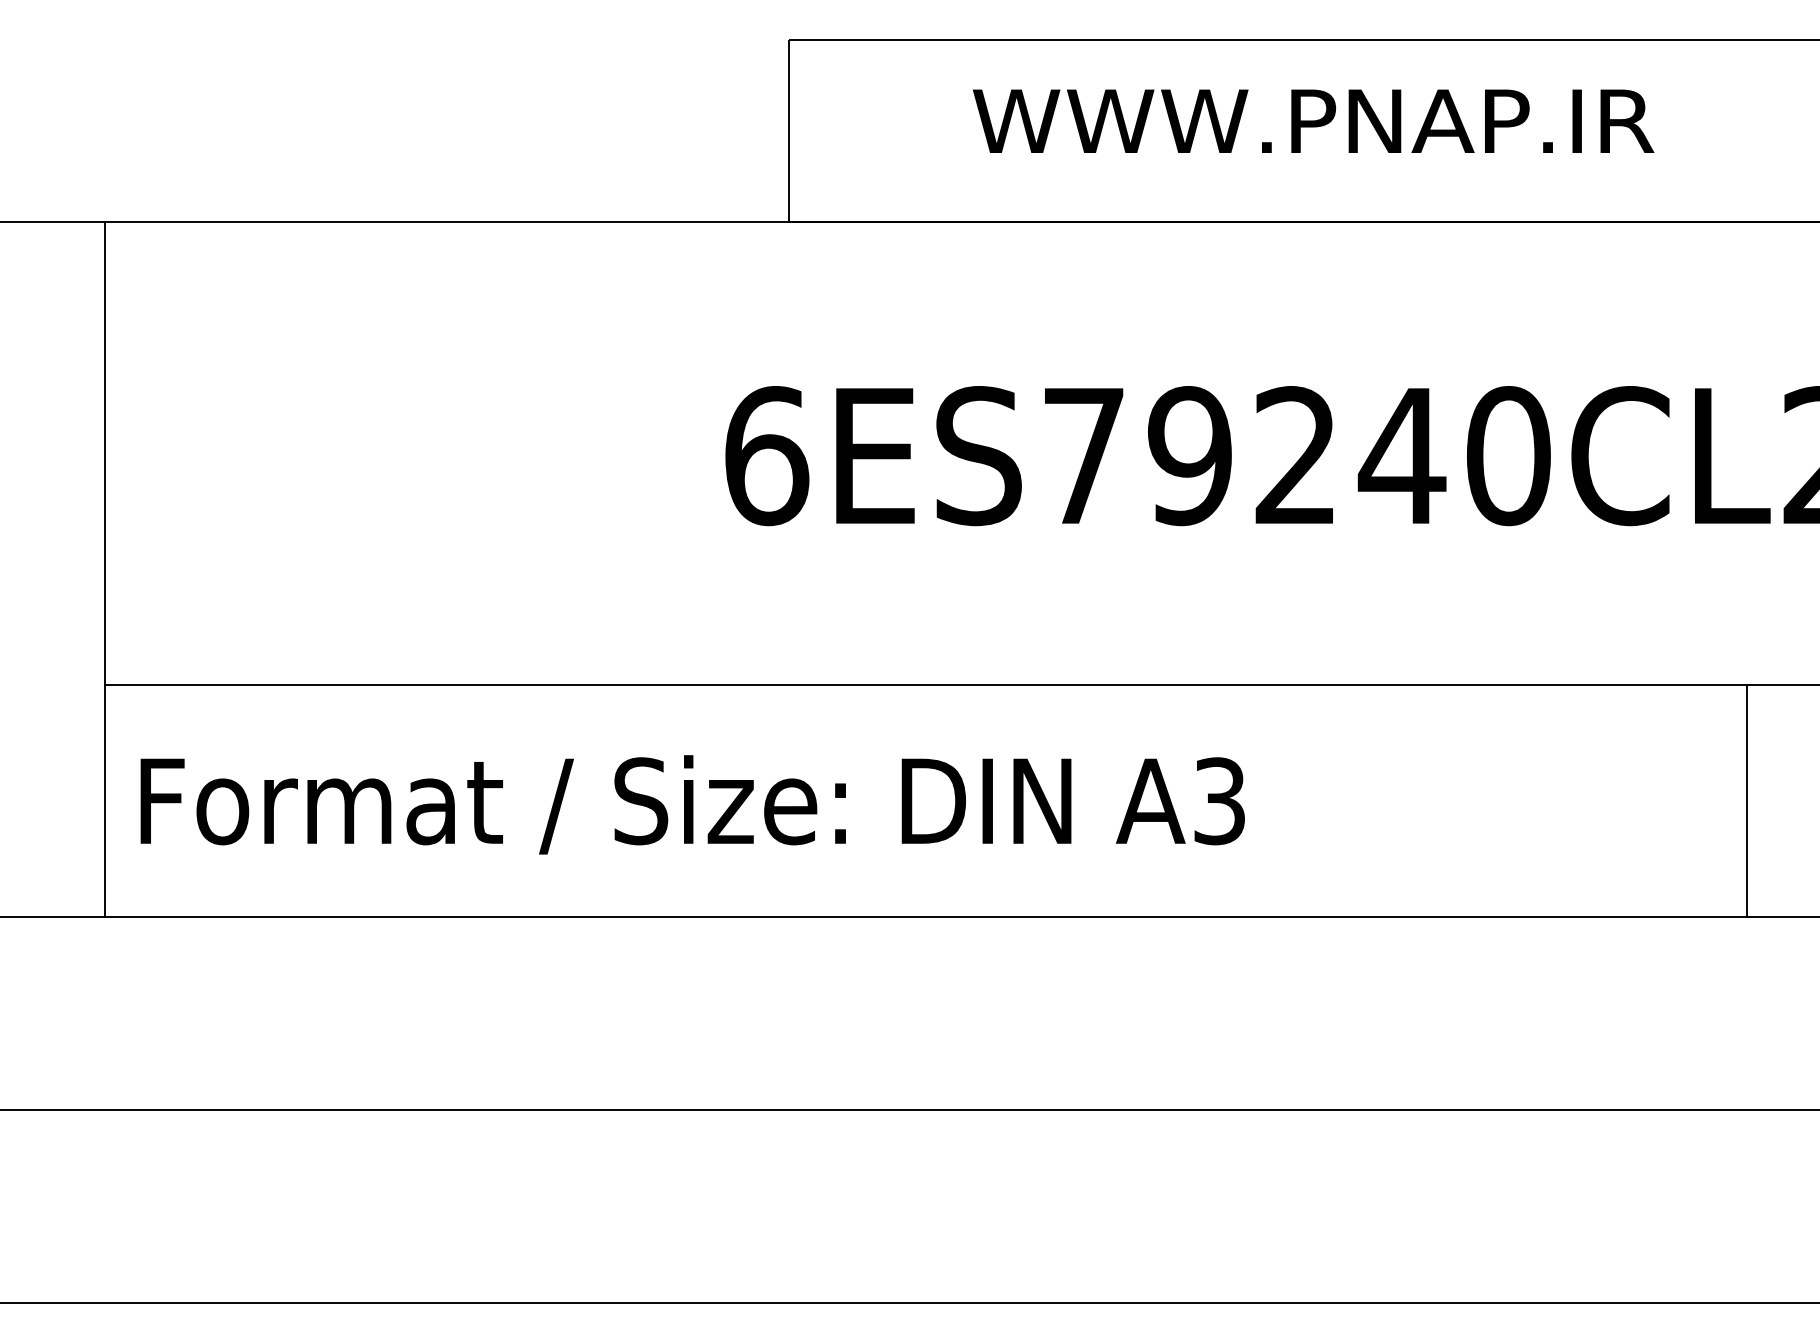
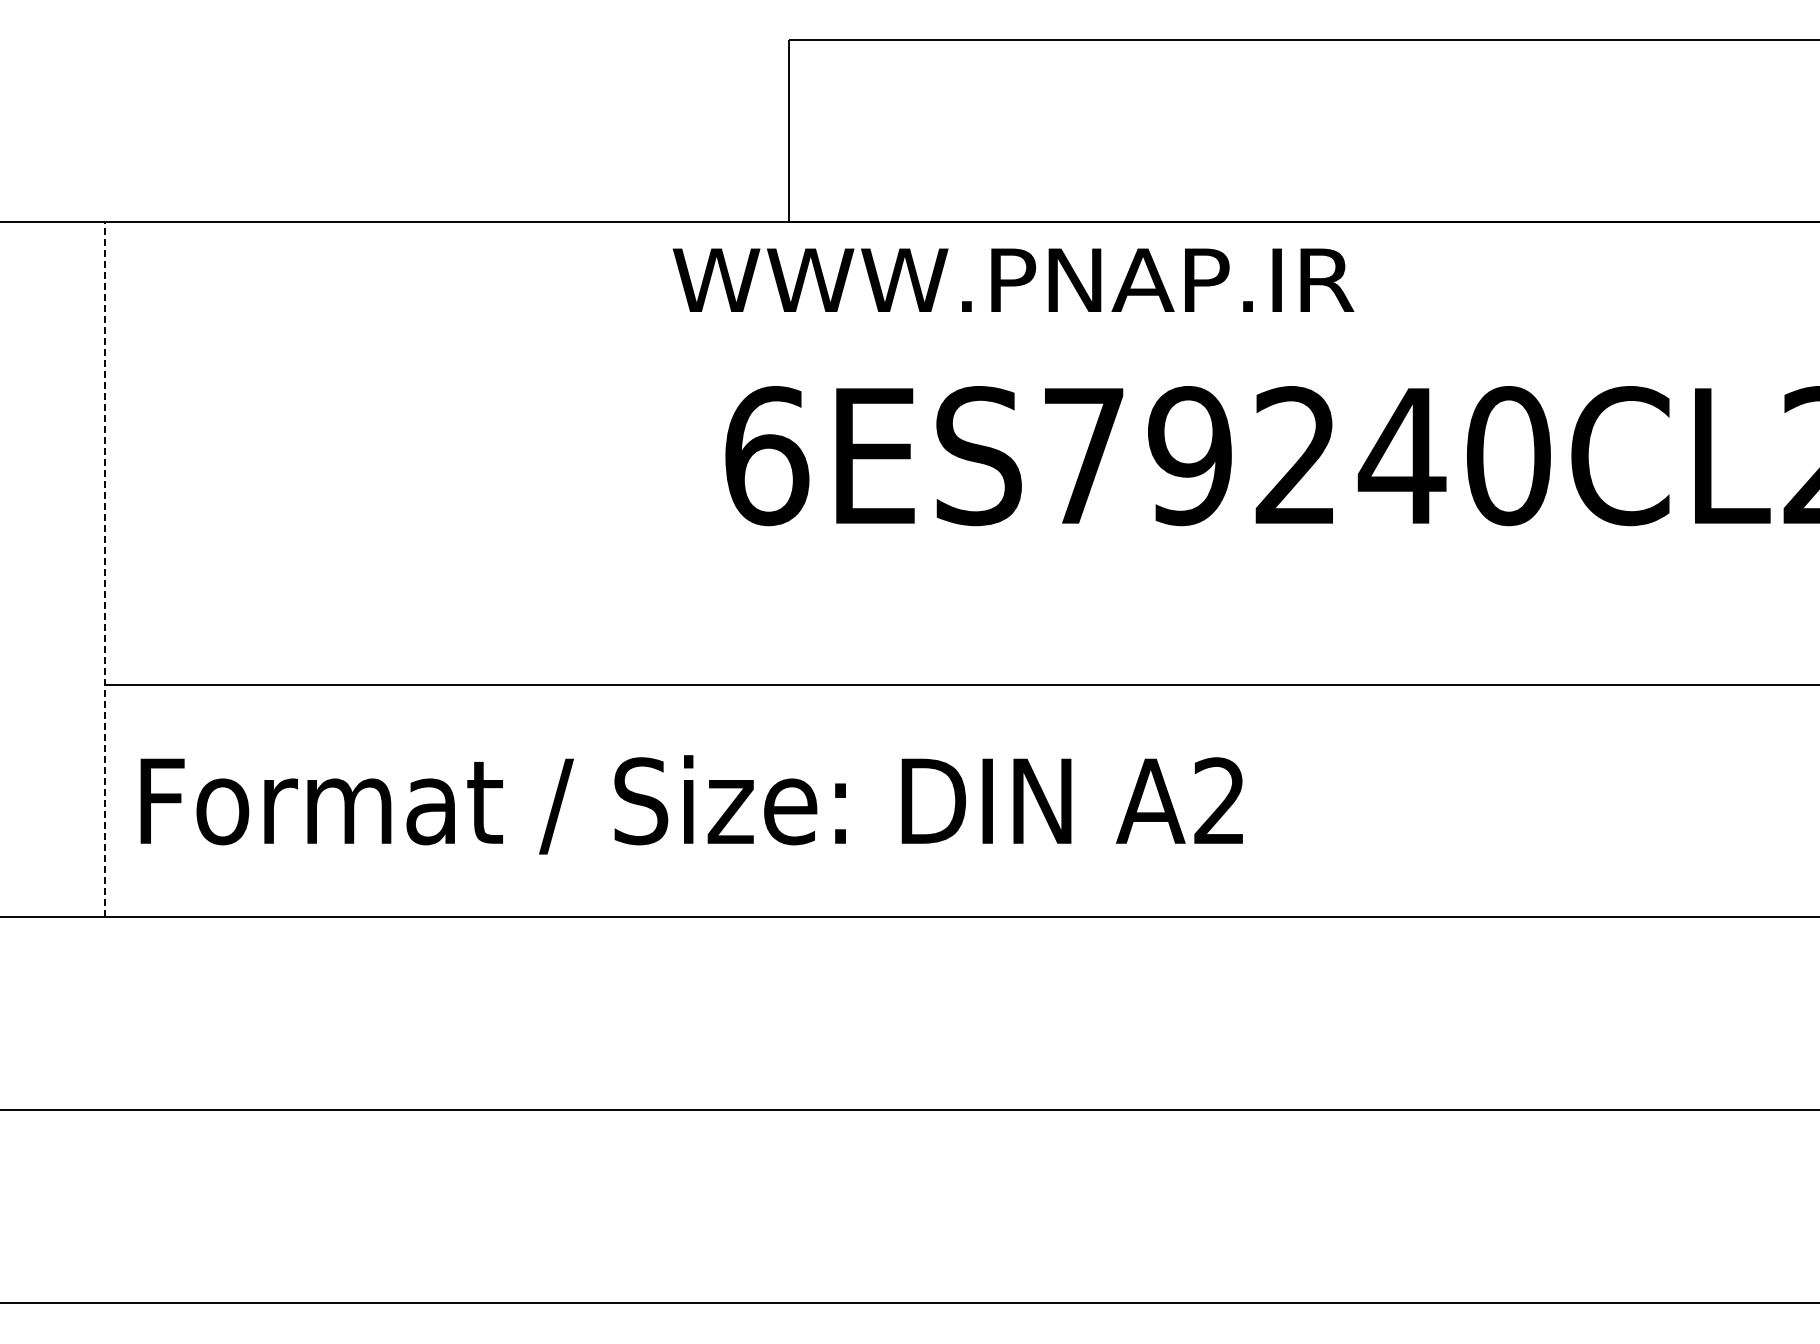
text at (1313, 120) position: (1313, 120) -> (1013, 279)
line at (104, 569): solid -> dashed
text at (1219, 801): A3 -> A2
line at (1746, 801): present -> none
